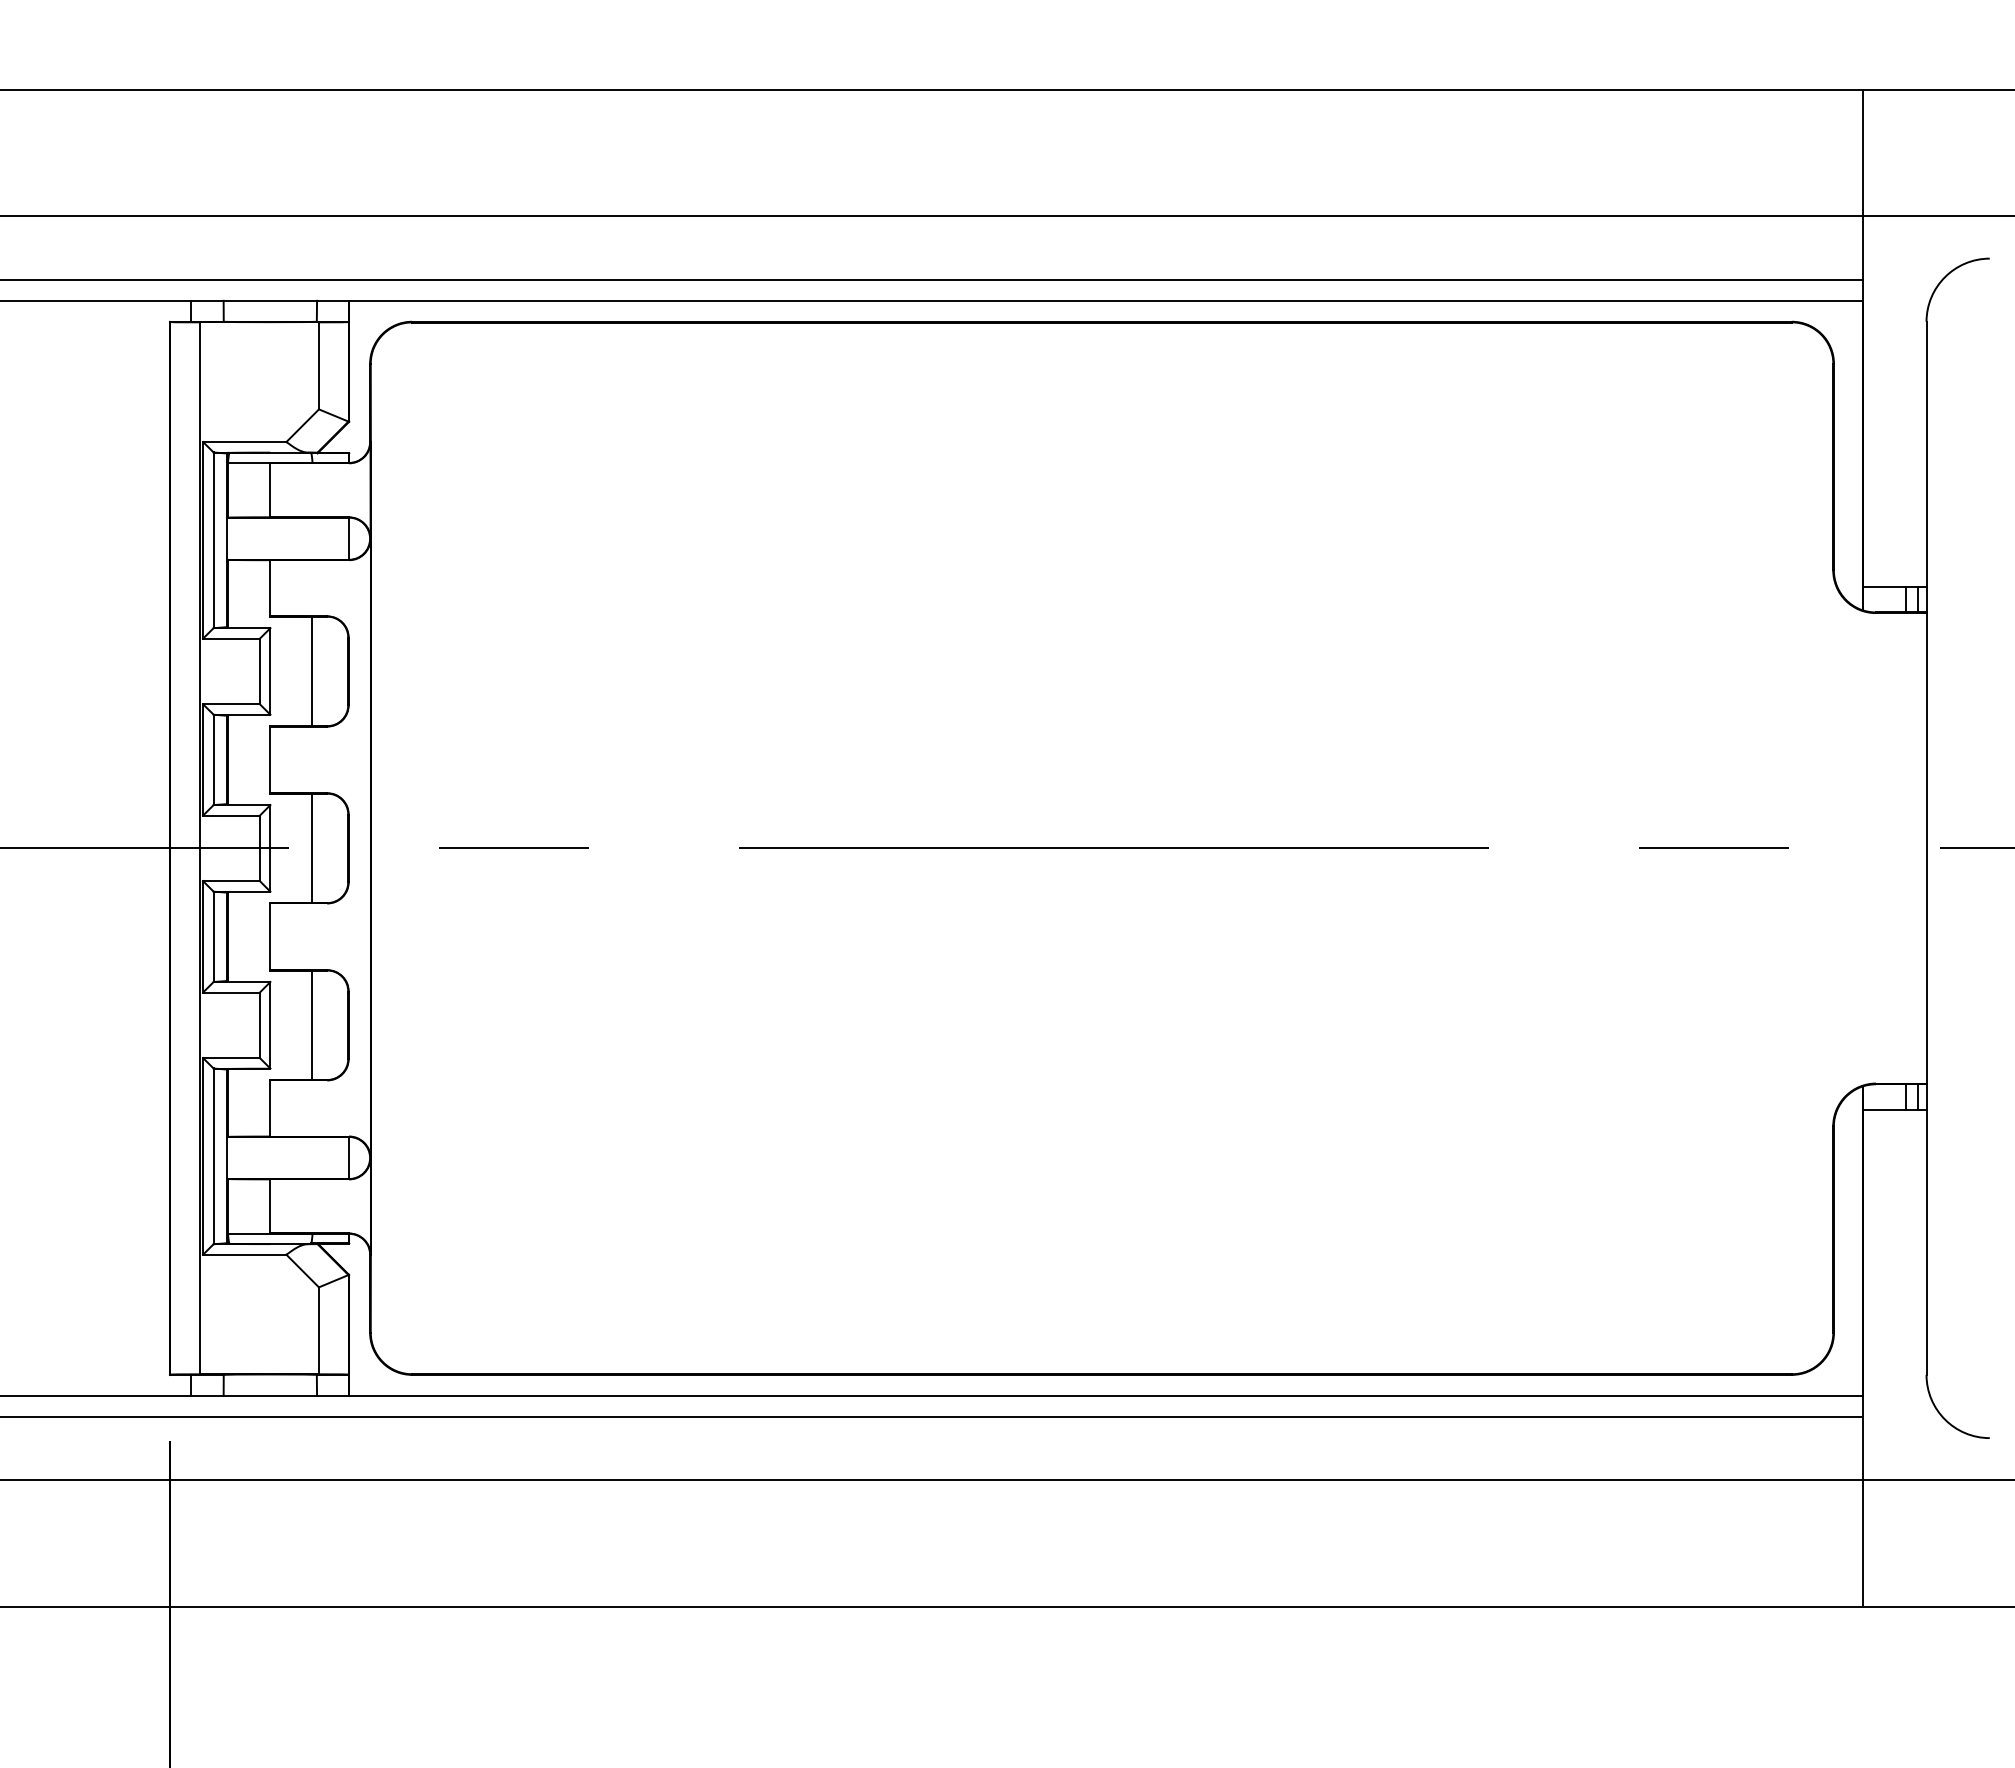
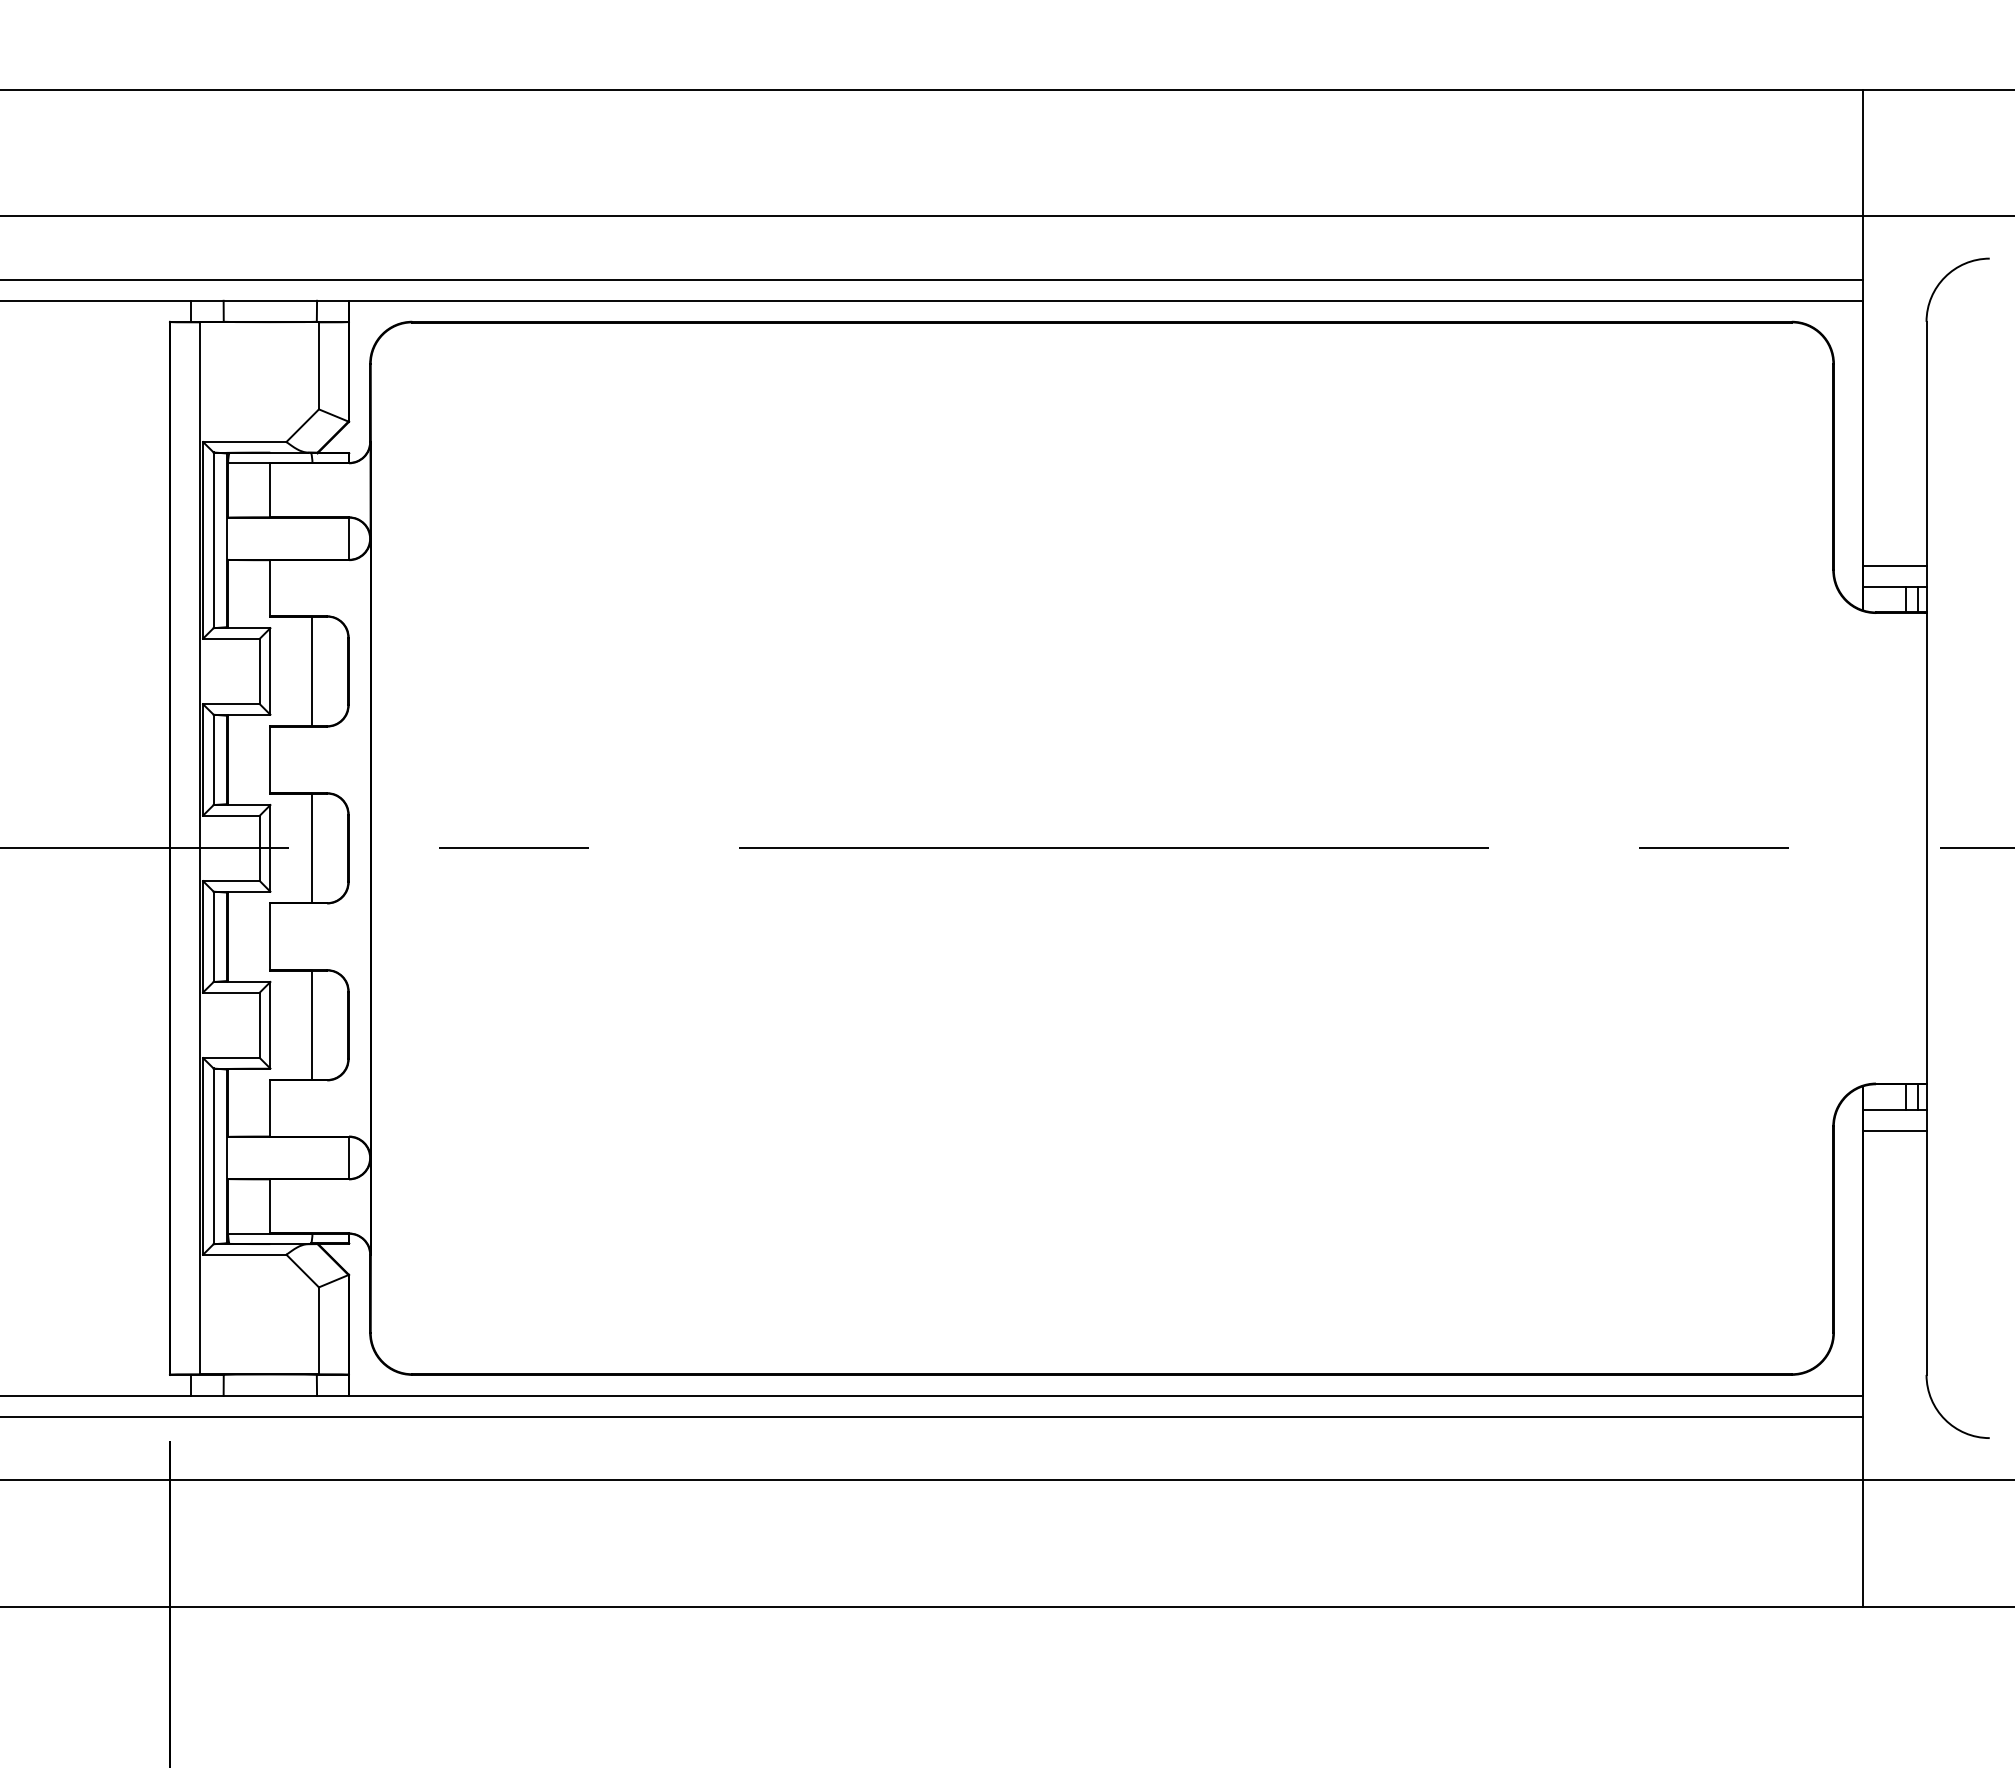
line at (1894, 566): none -> present
line at (1894, 1130): none -> present
